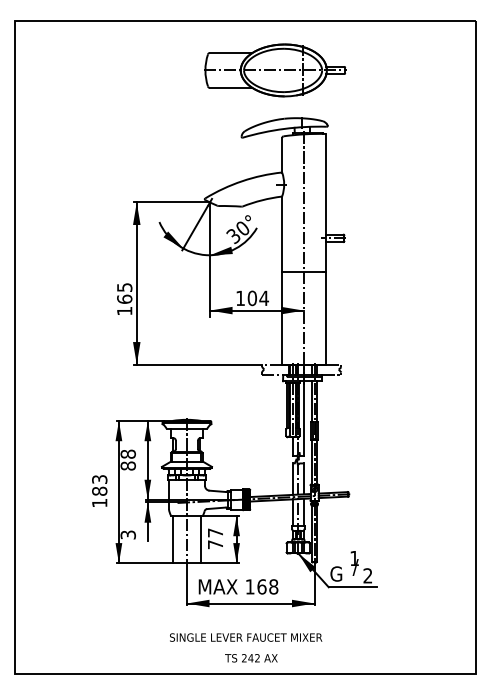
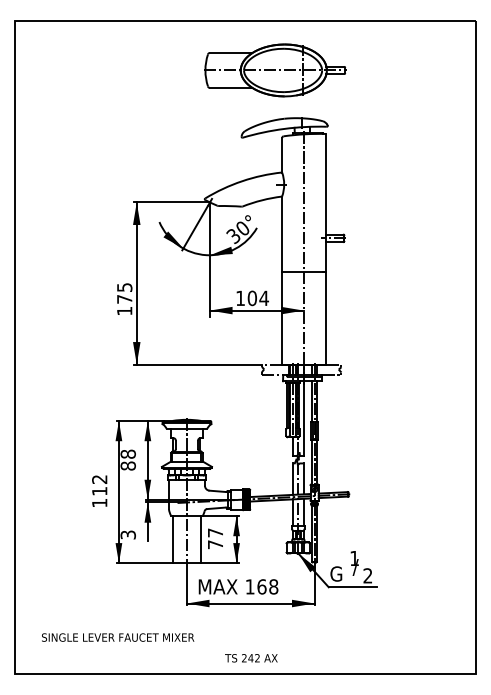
text at (124, 298): 165 -> 175
text at (99, 485): 183 -> 112
text at (246, 637) position: (246, 637) -> (118, 637)
